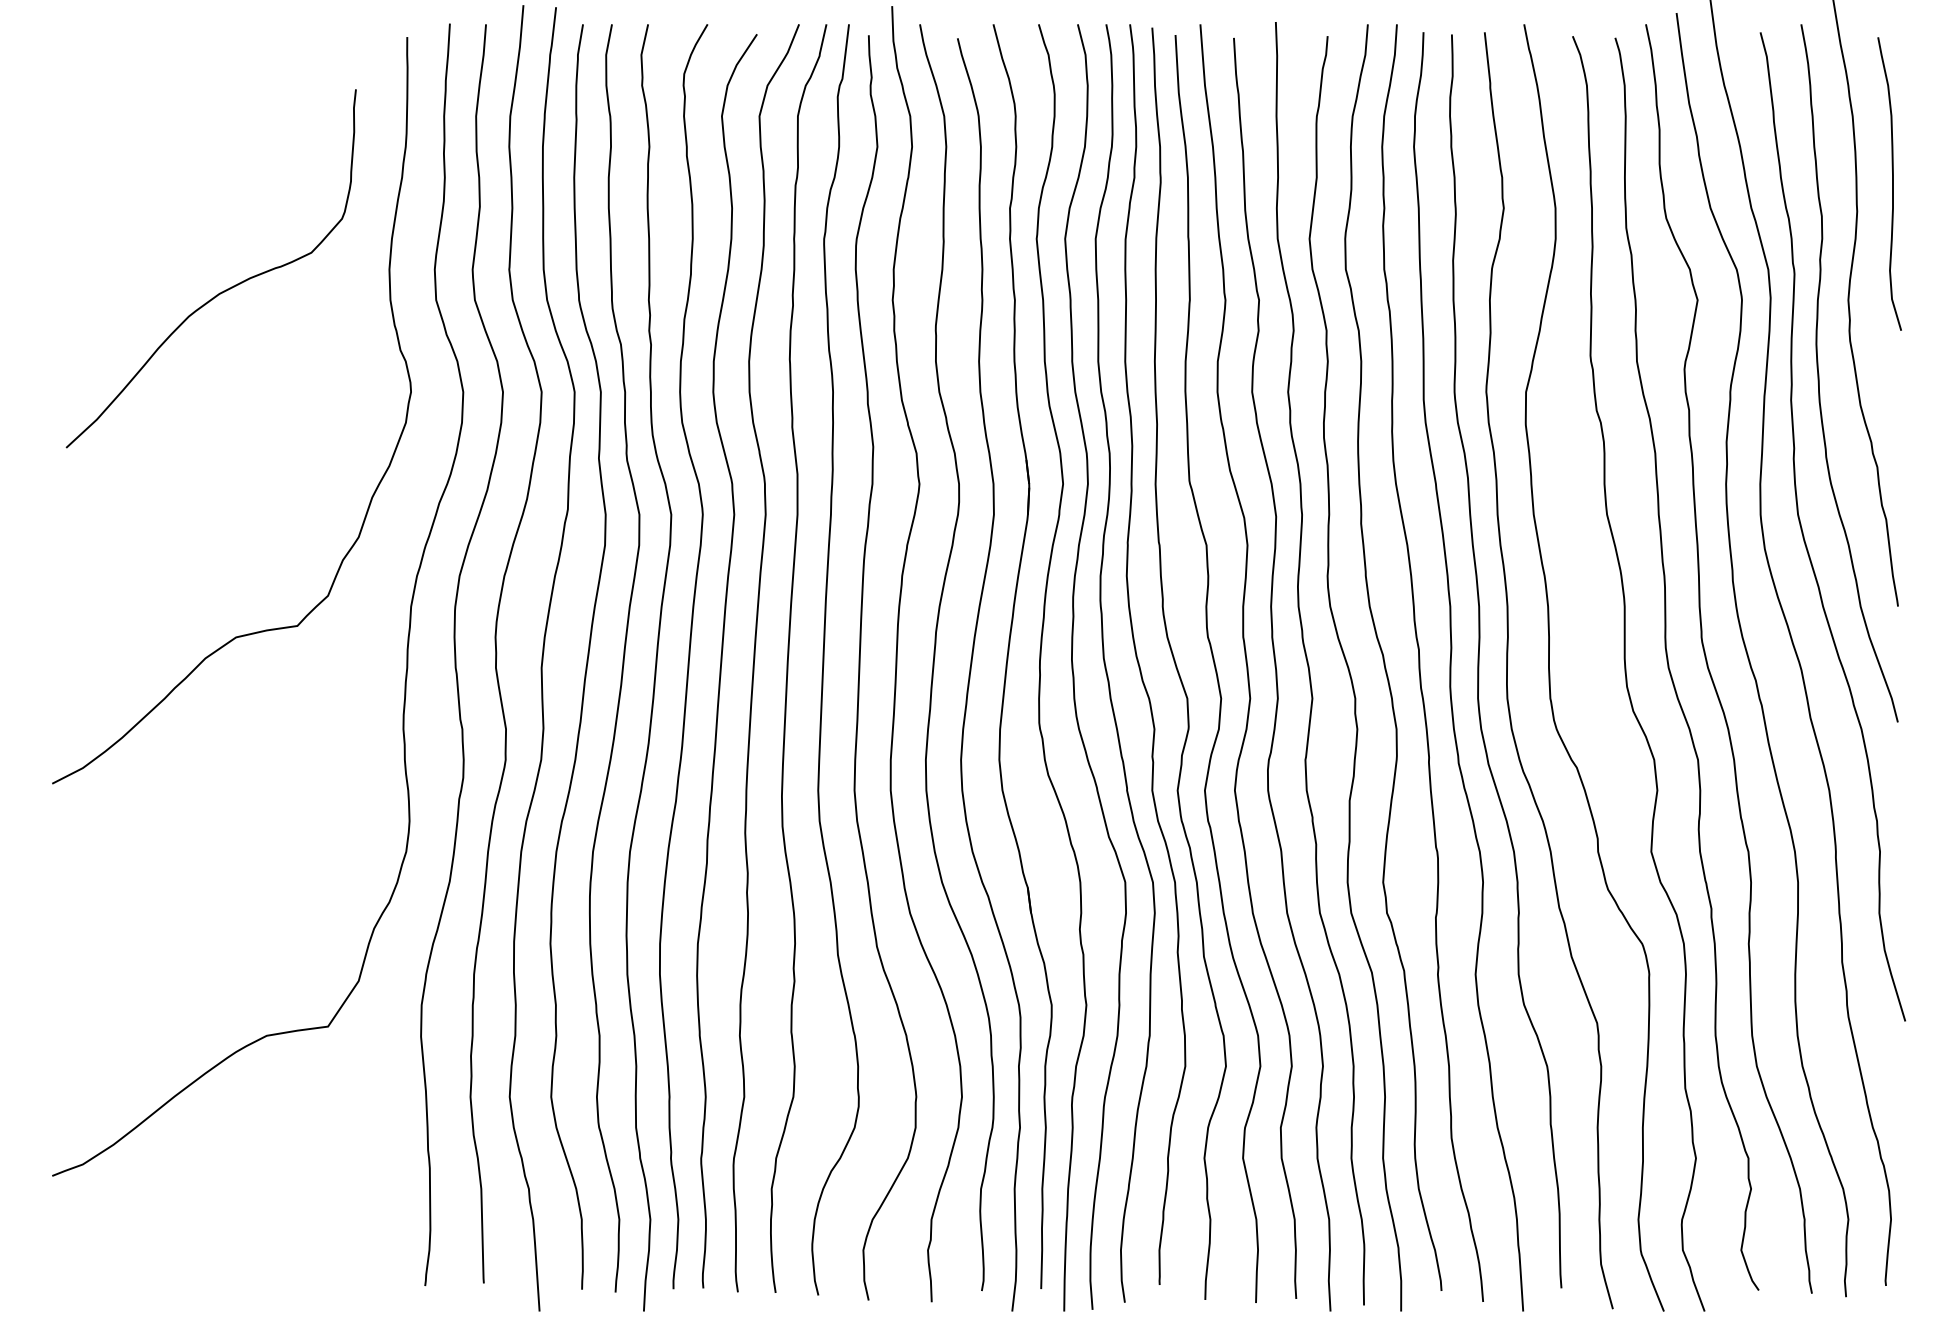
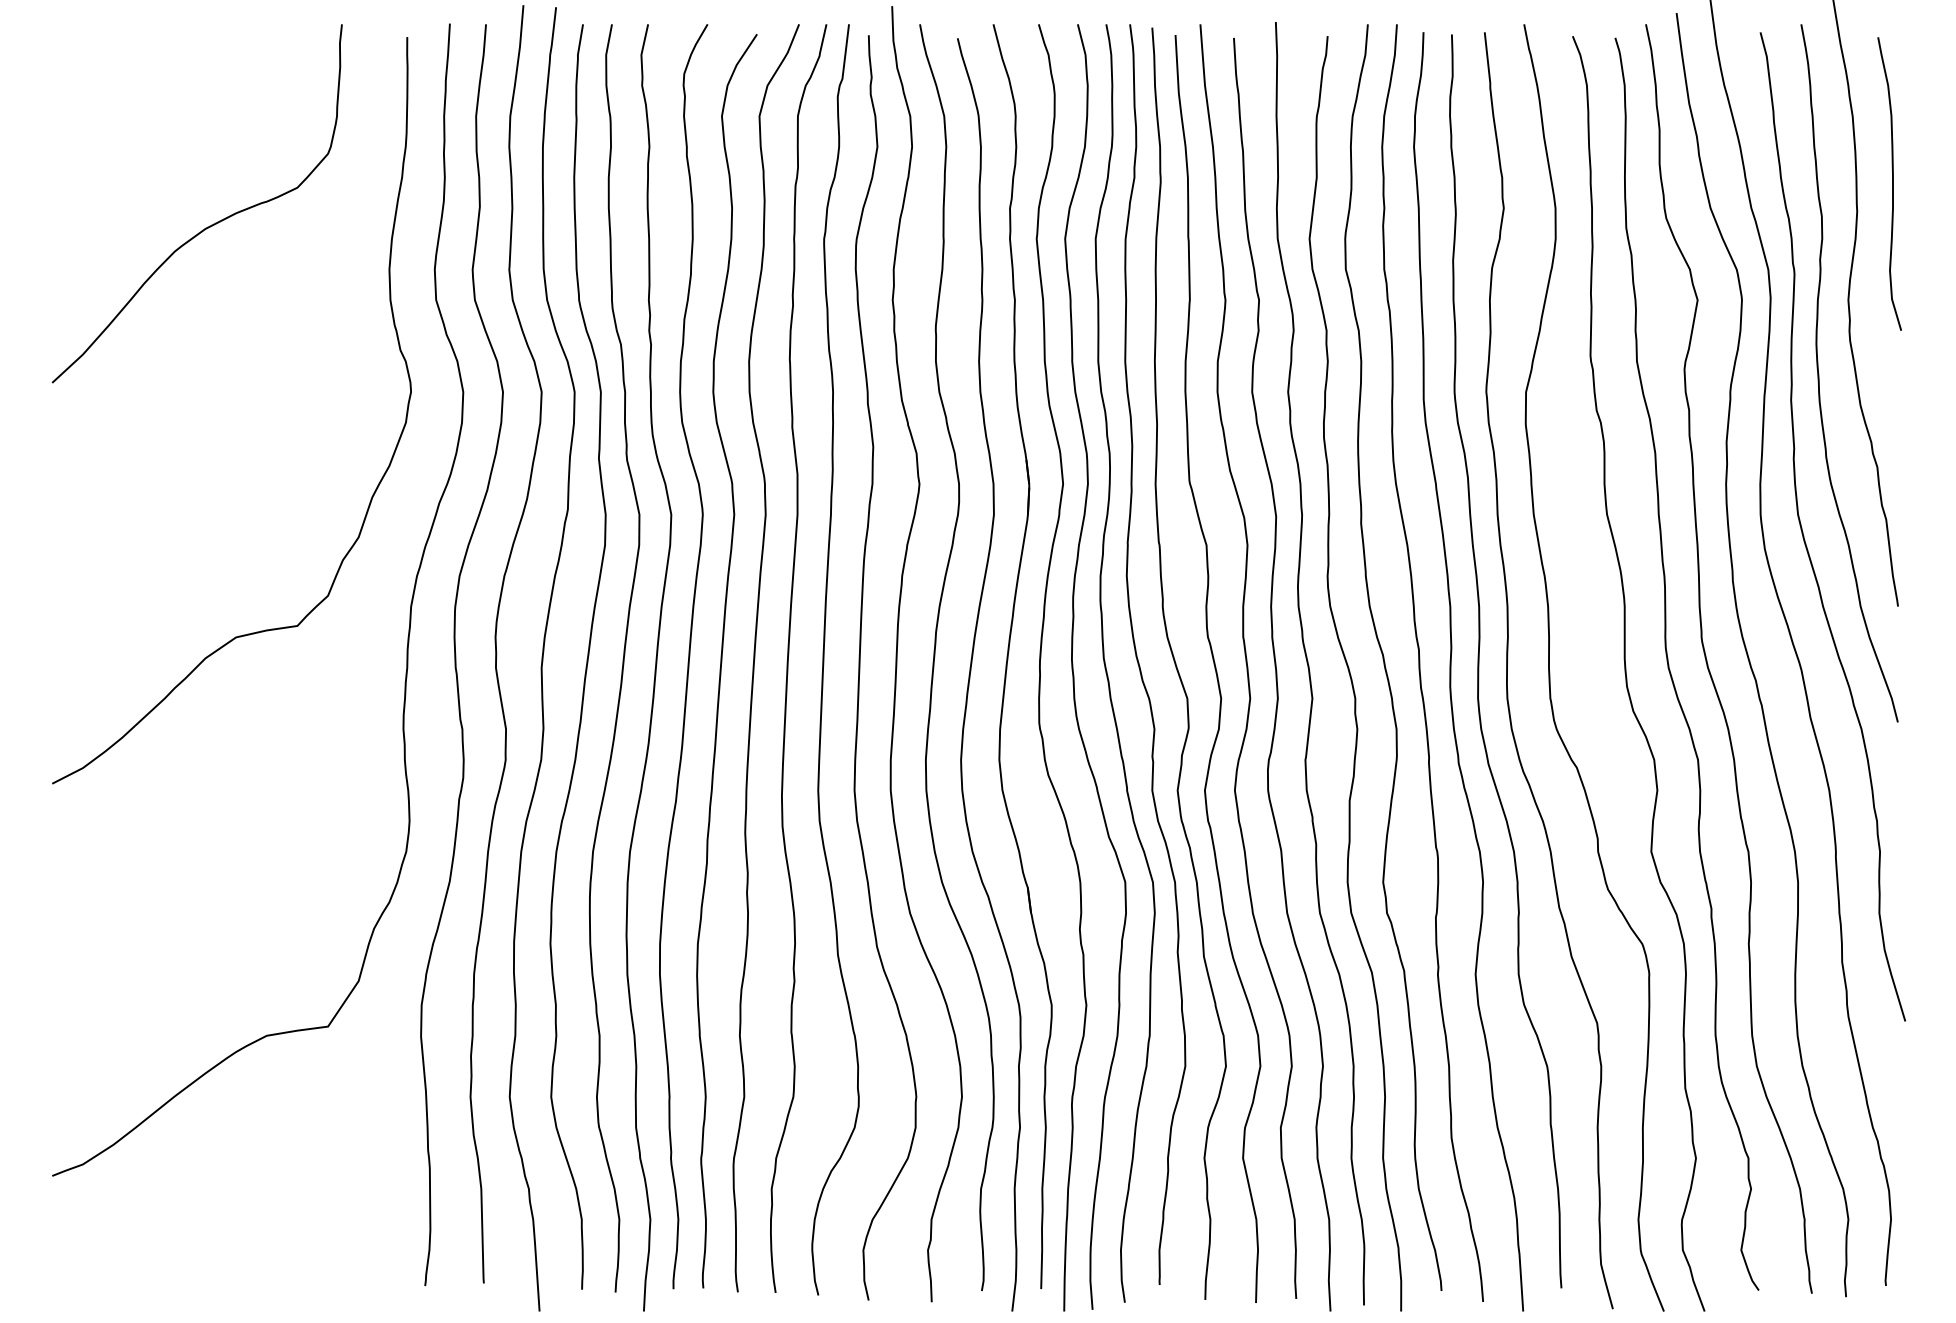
curve at (221, 291) position: (221, 291) -> (207, 226)
